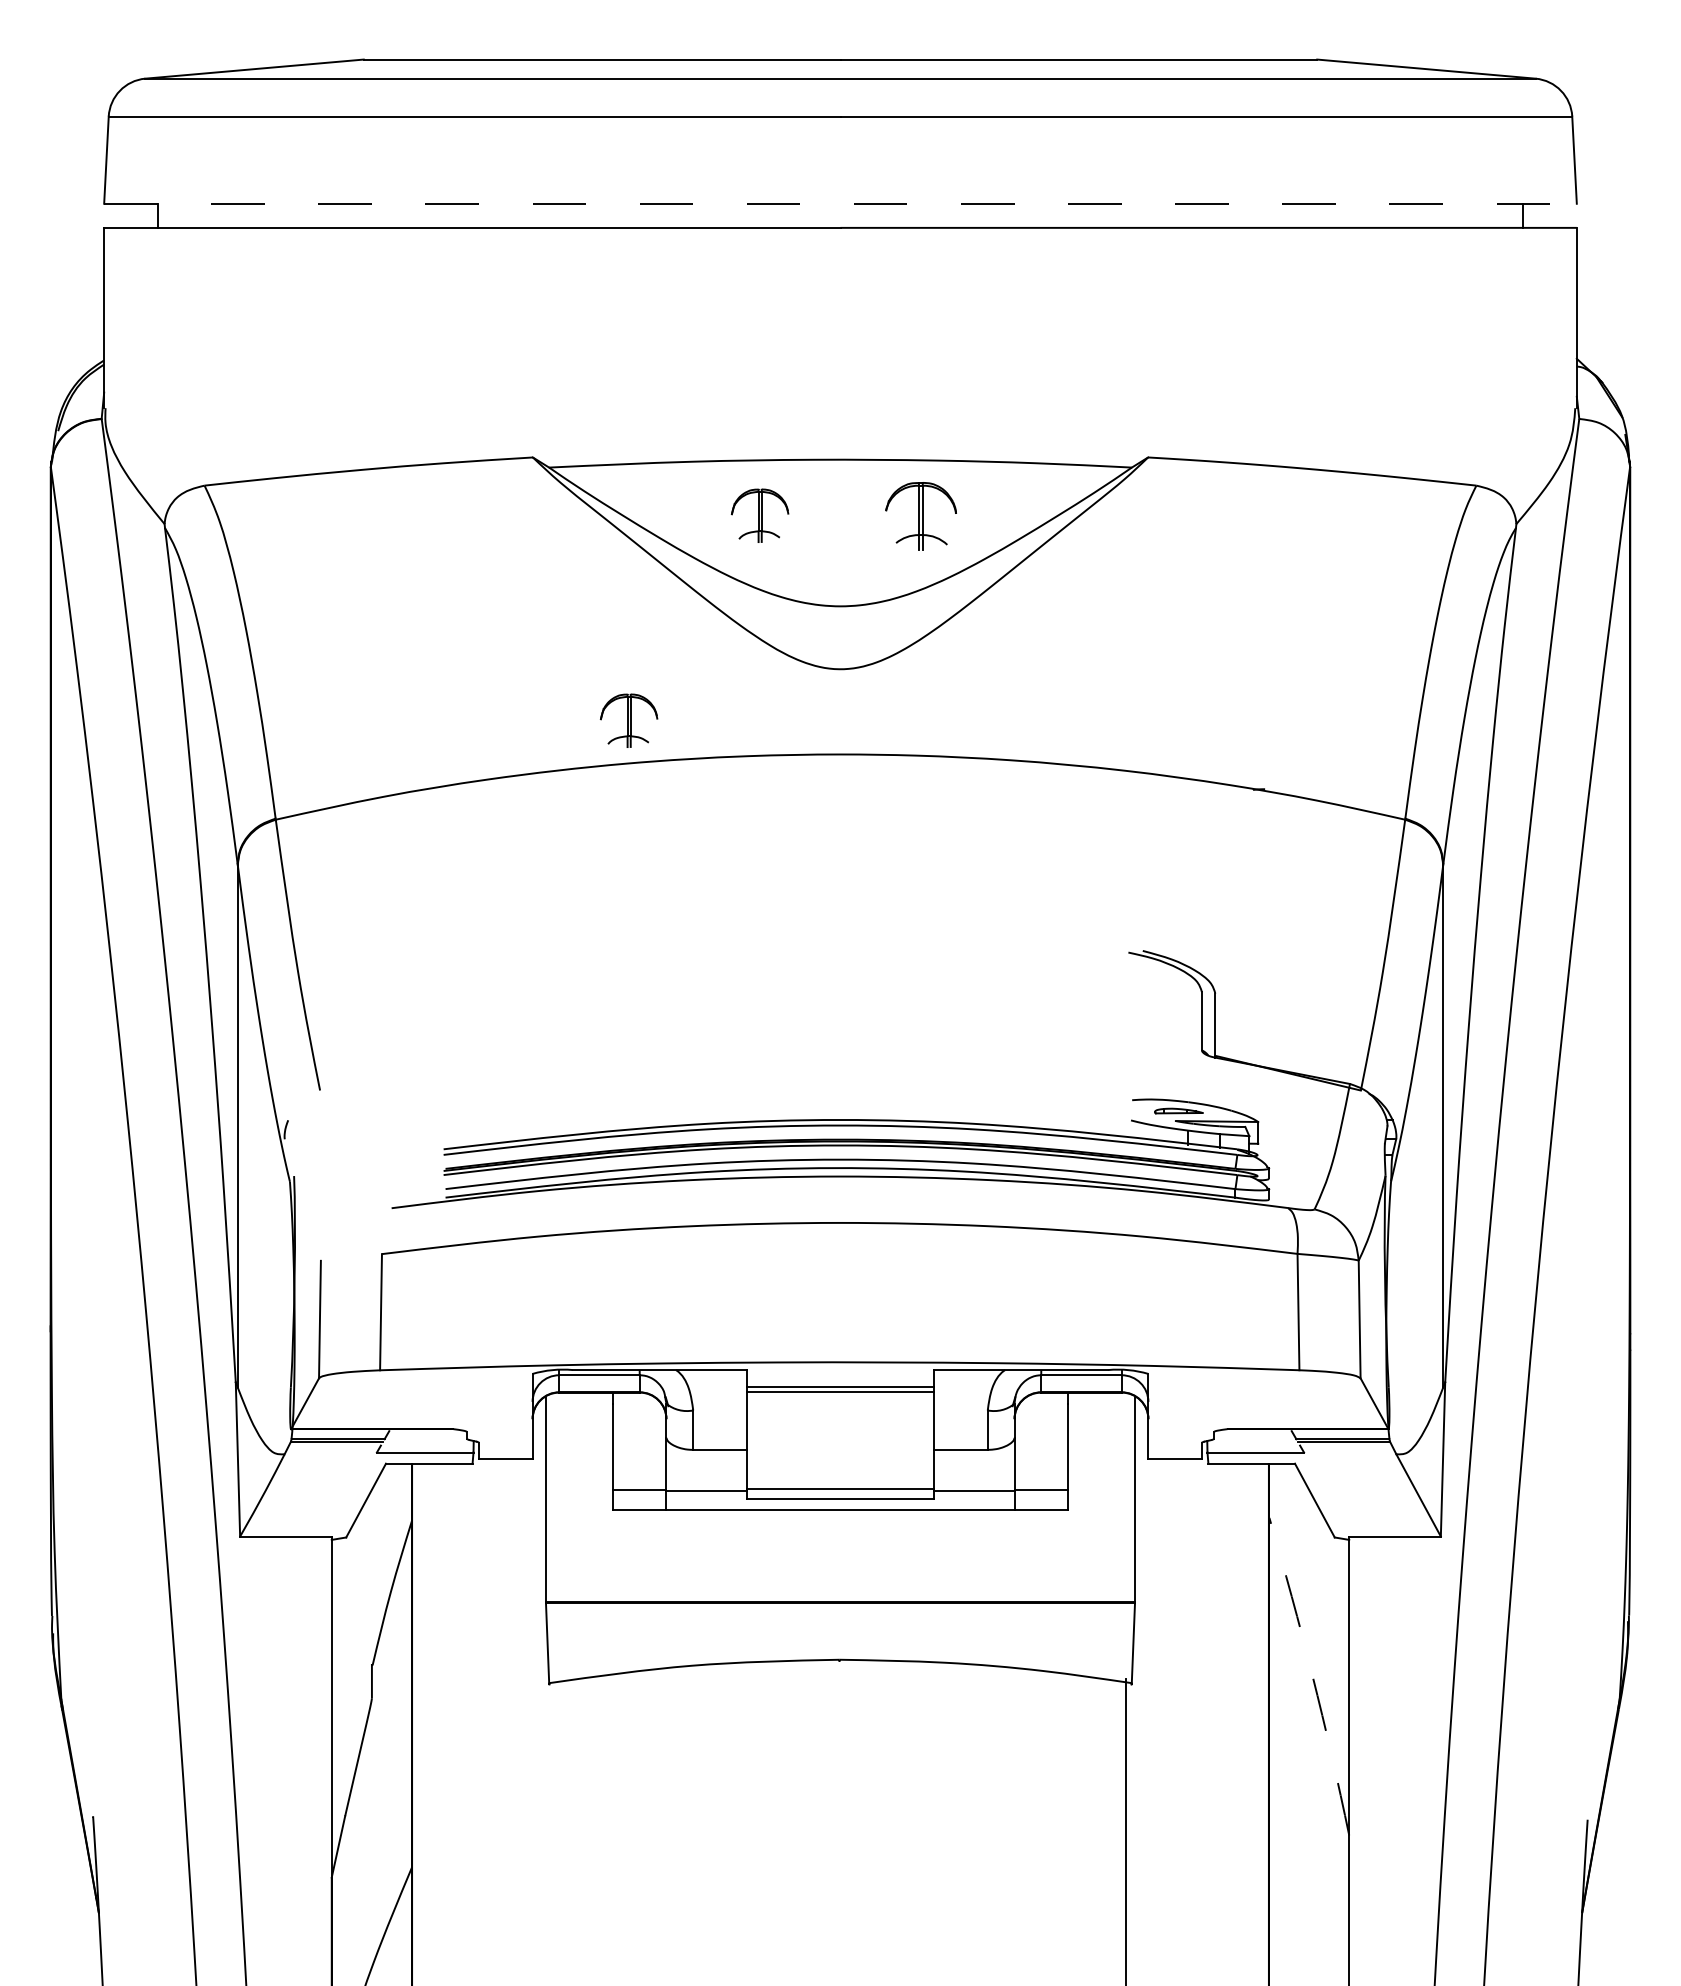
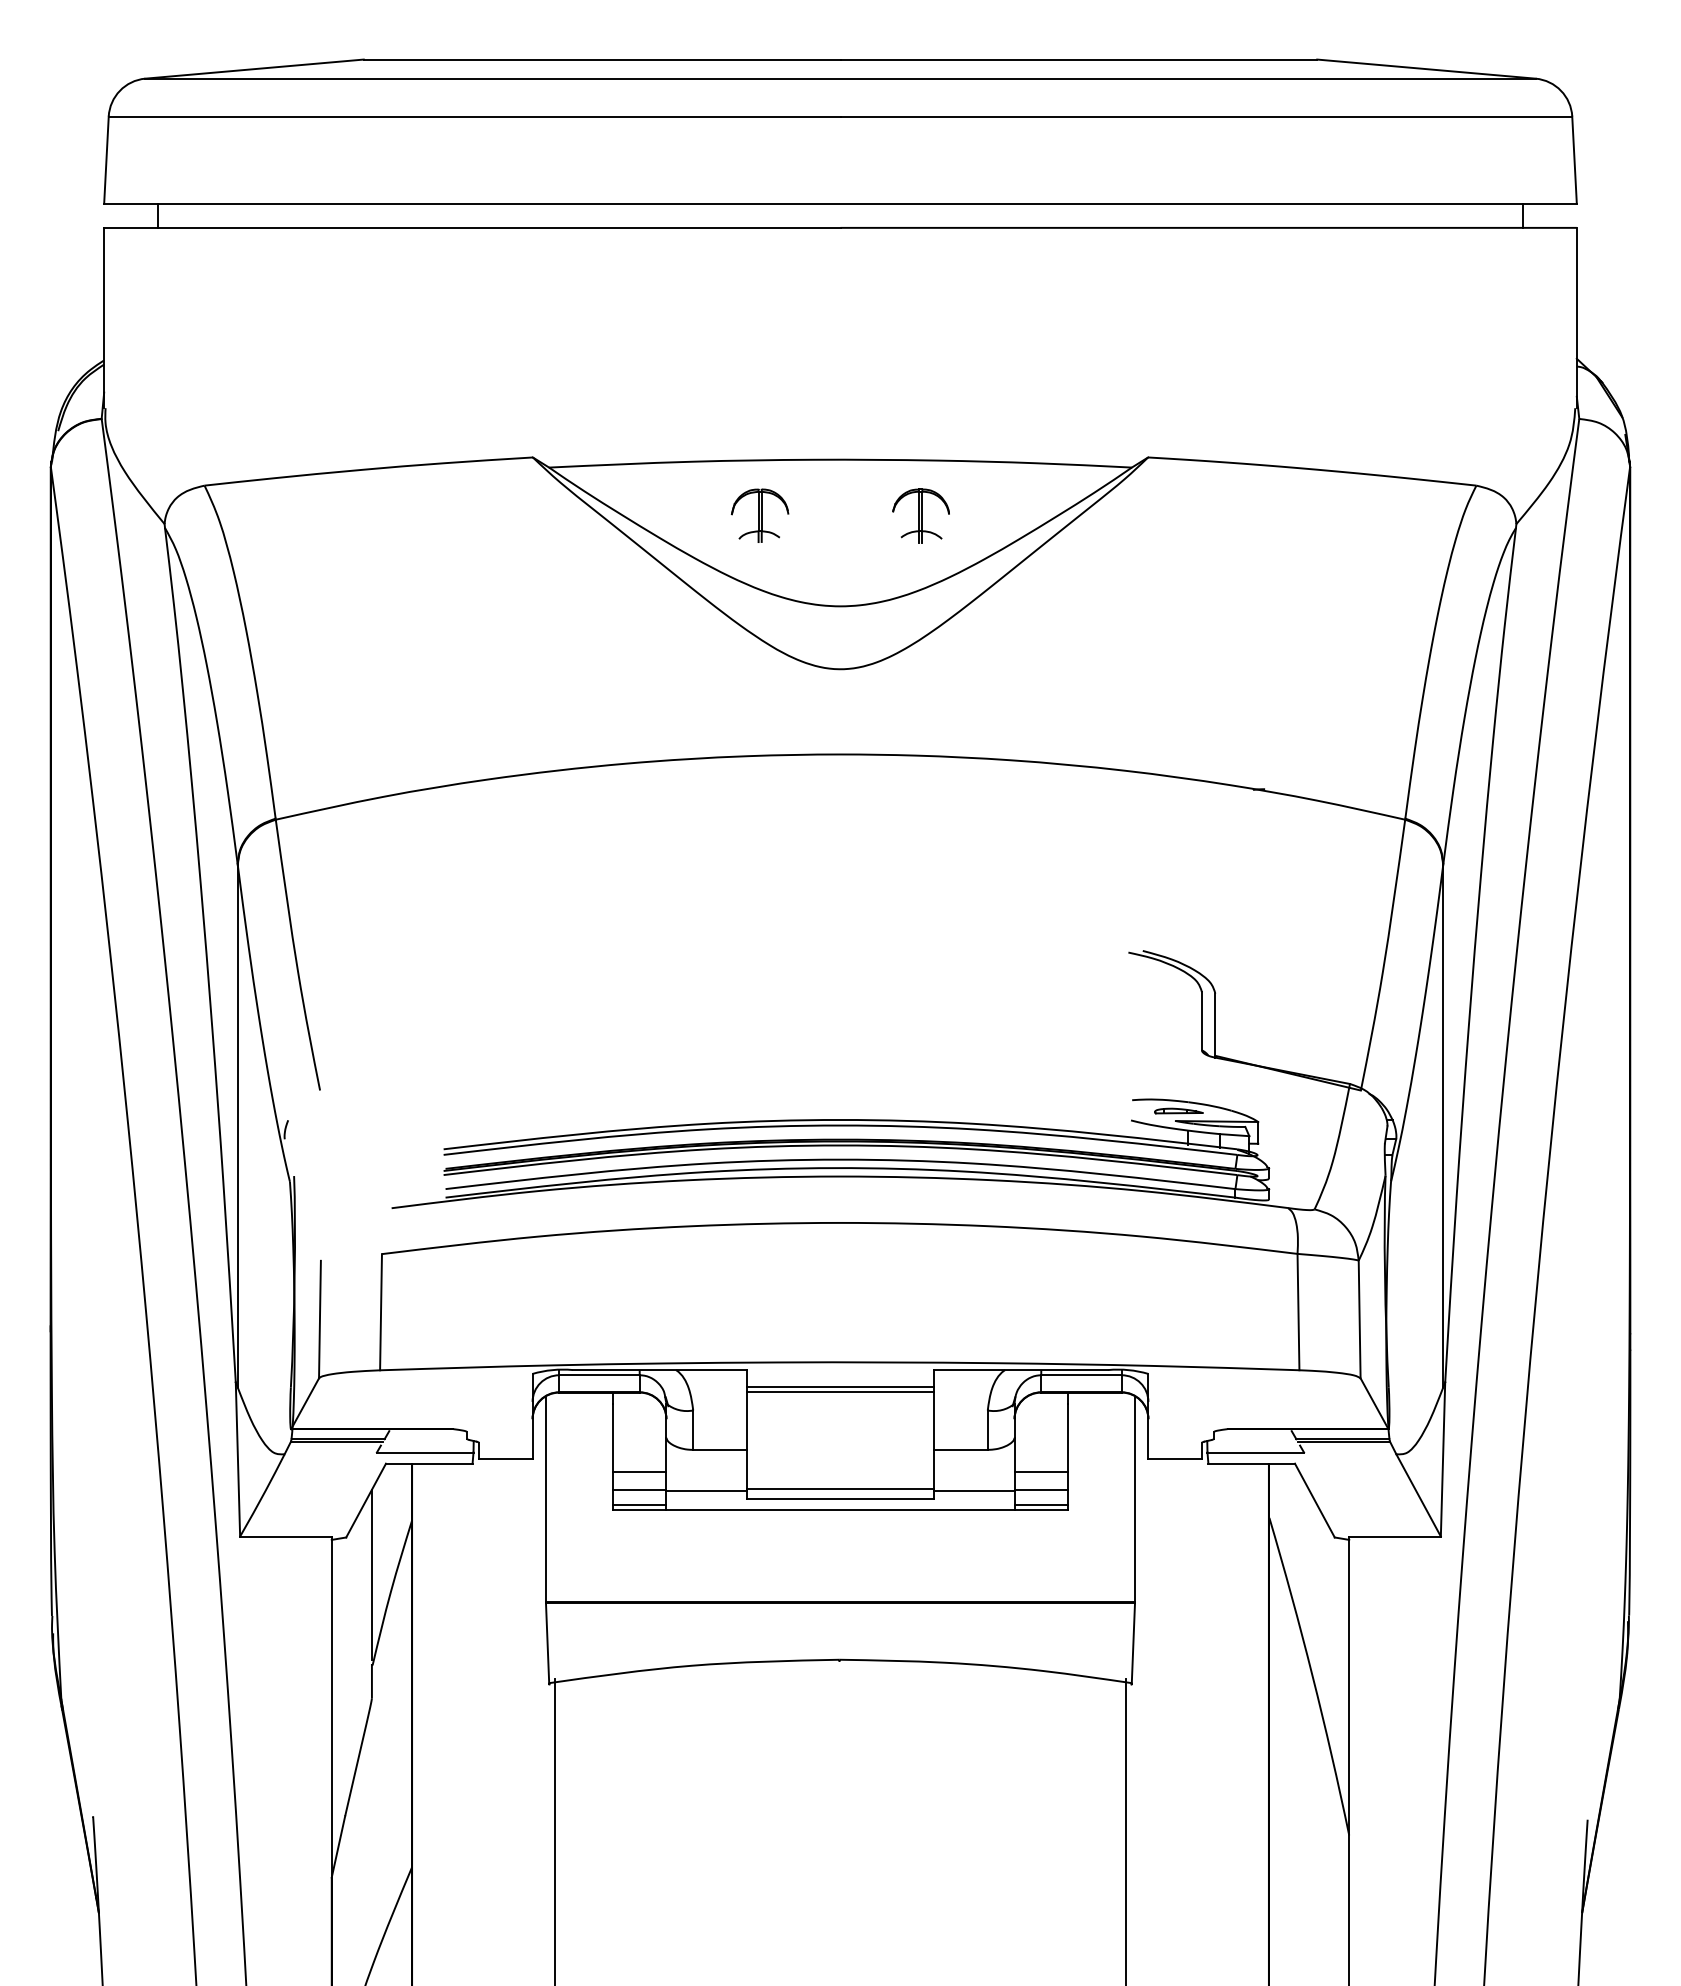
line at (841, 203): dashed -> solid
part at (920, 516) size: 72x69 px -> 58x56 px
part at (628, 720): present -> none
line at (639, 1472): none -> present
line at (1041, 1472): none -> present
line at (639, 1505): none -> present
line at (1041, 1505): none -> present
line at (371, 1574): none -> present
arc at (1312, 1675): dashed -> solid
line at (555, 1830): none -> present
